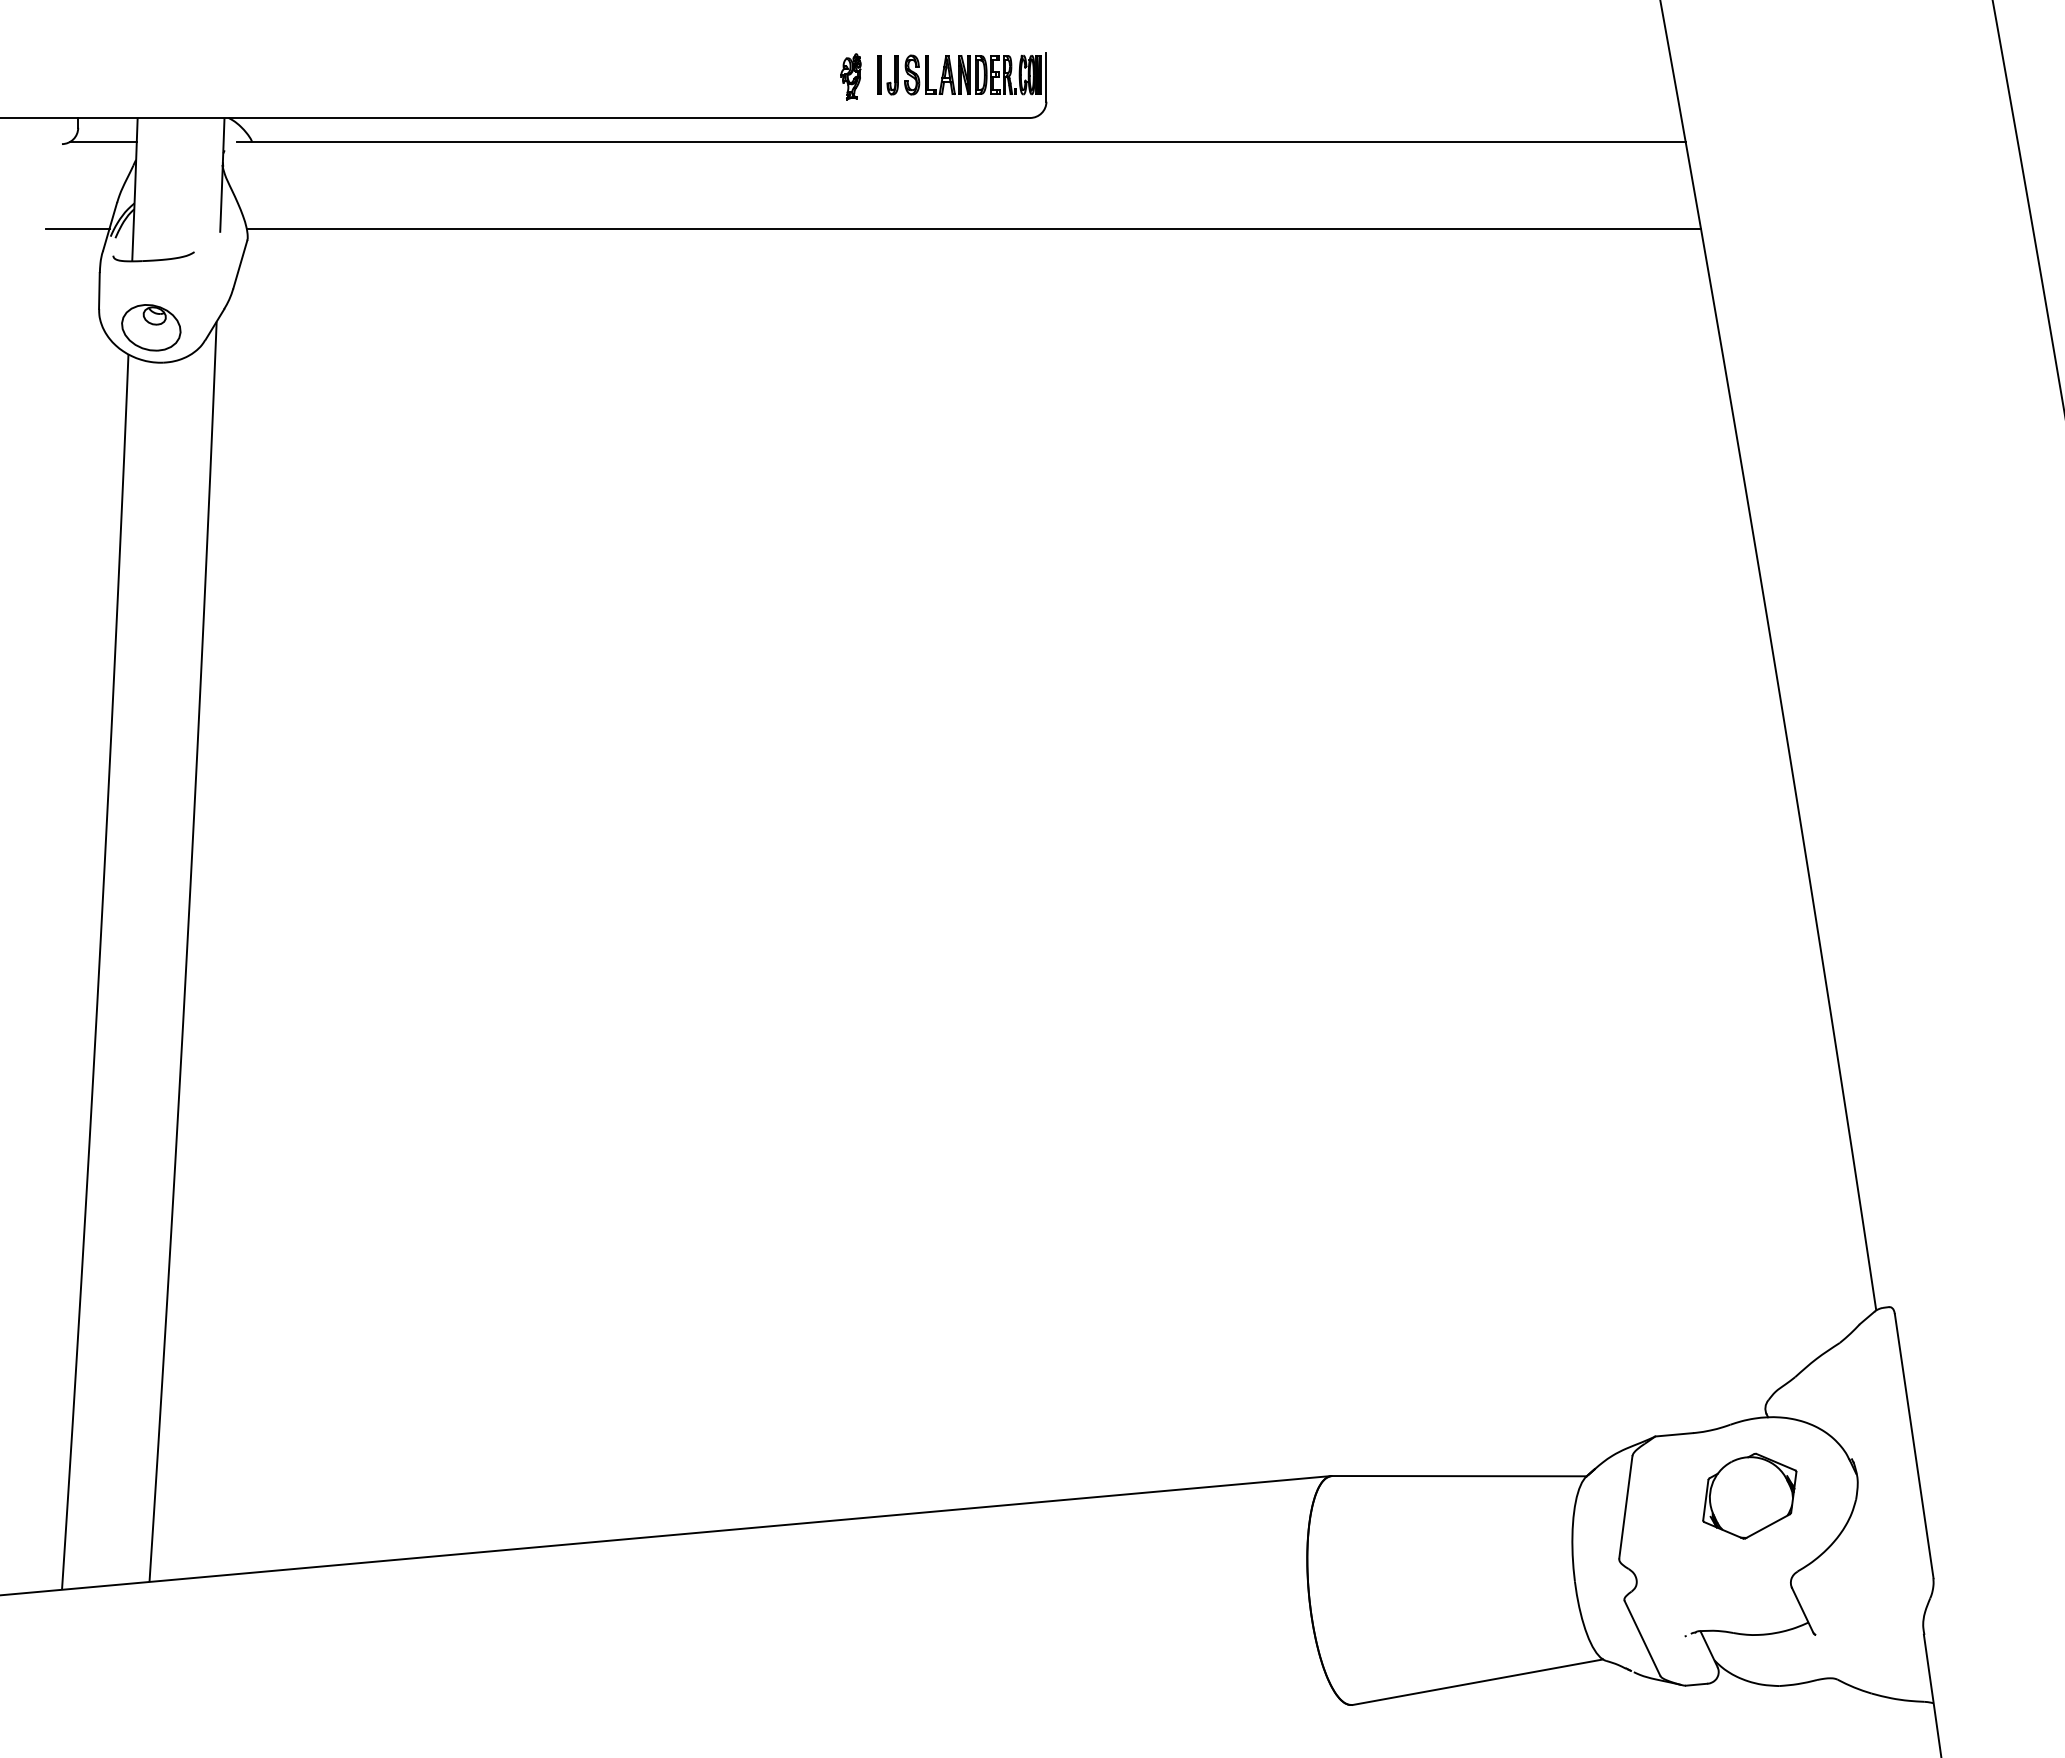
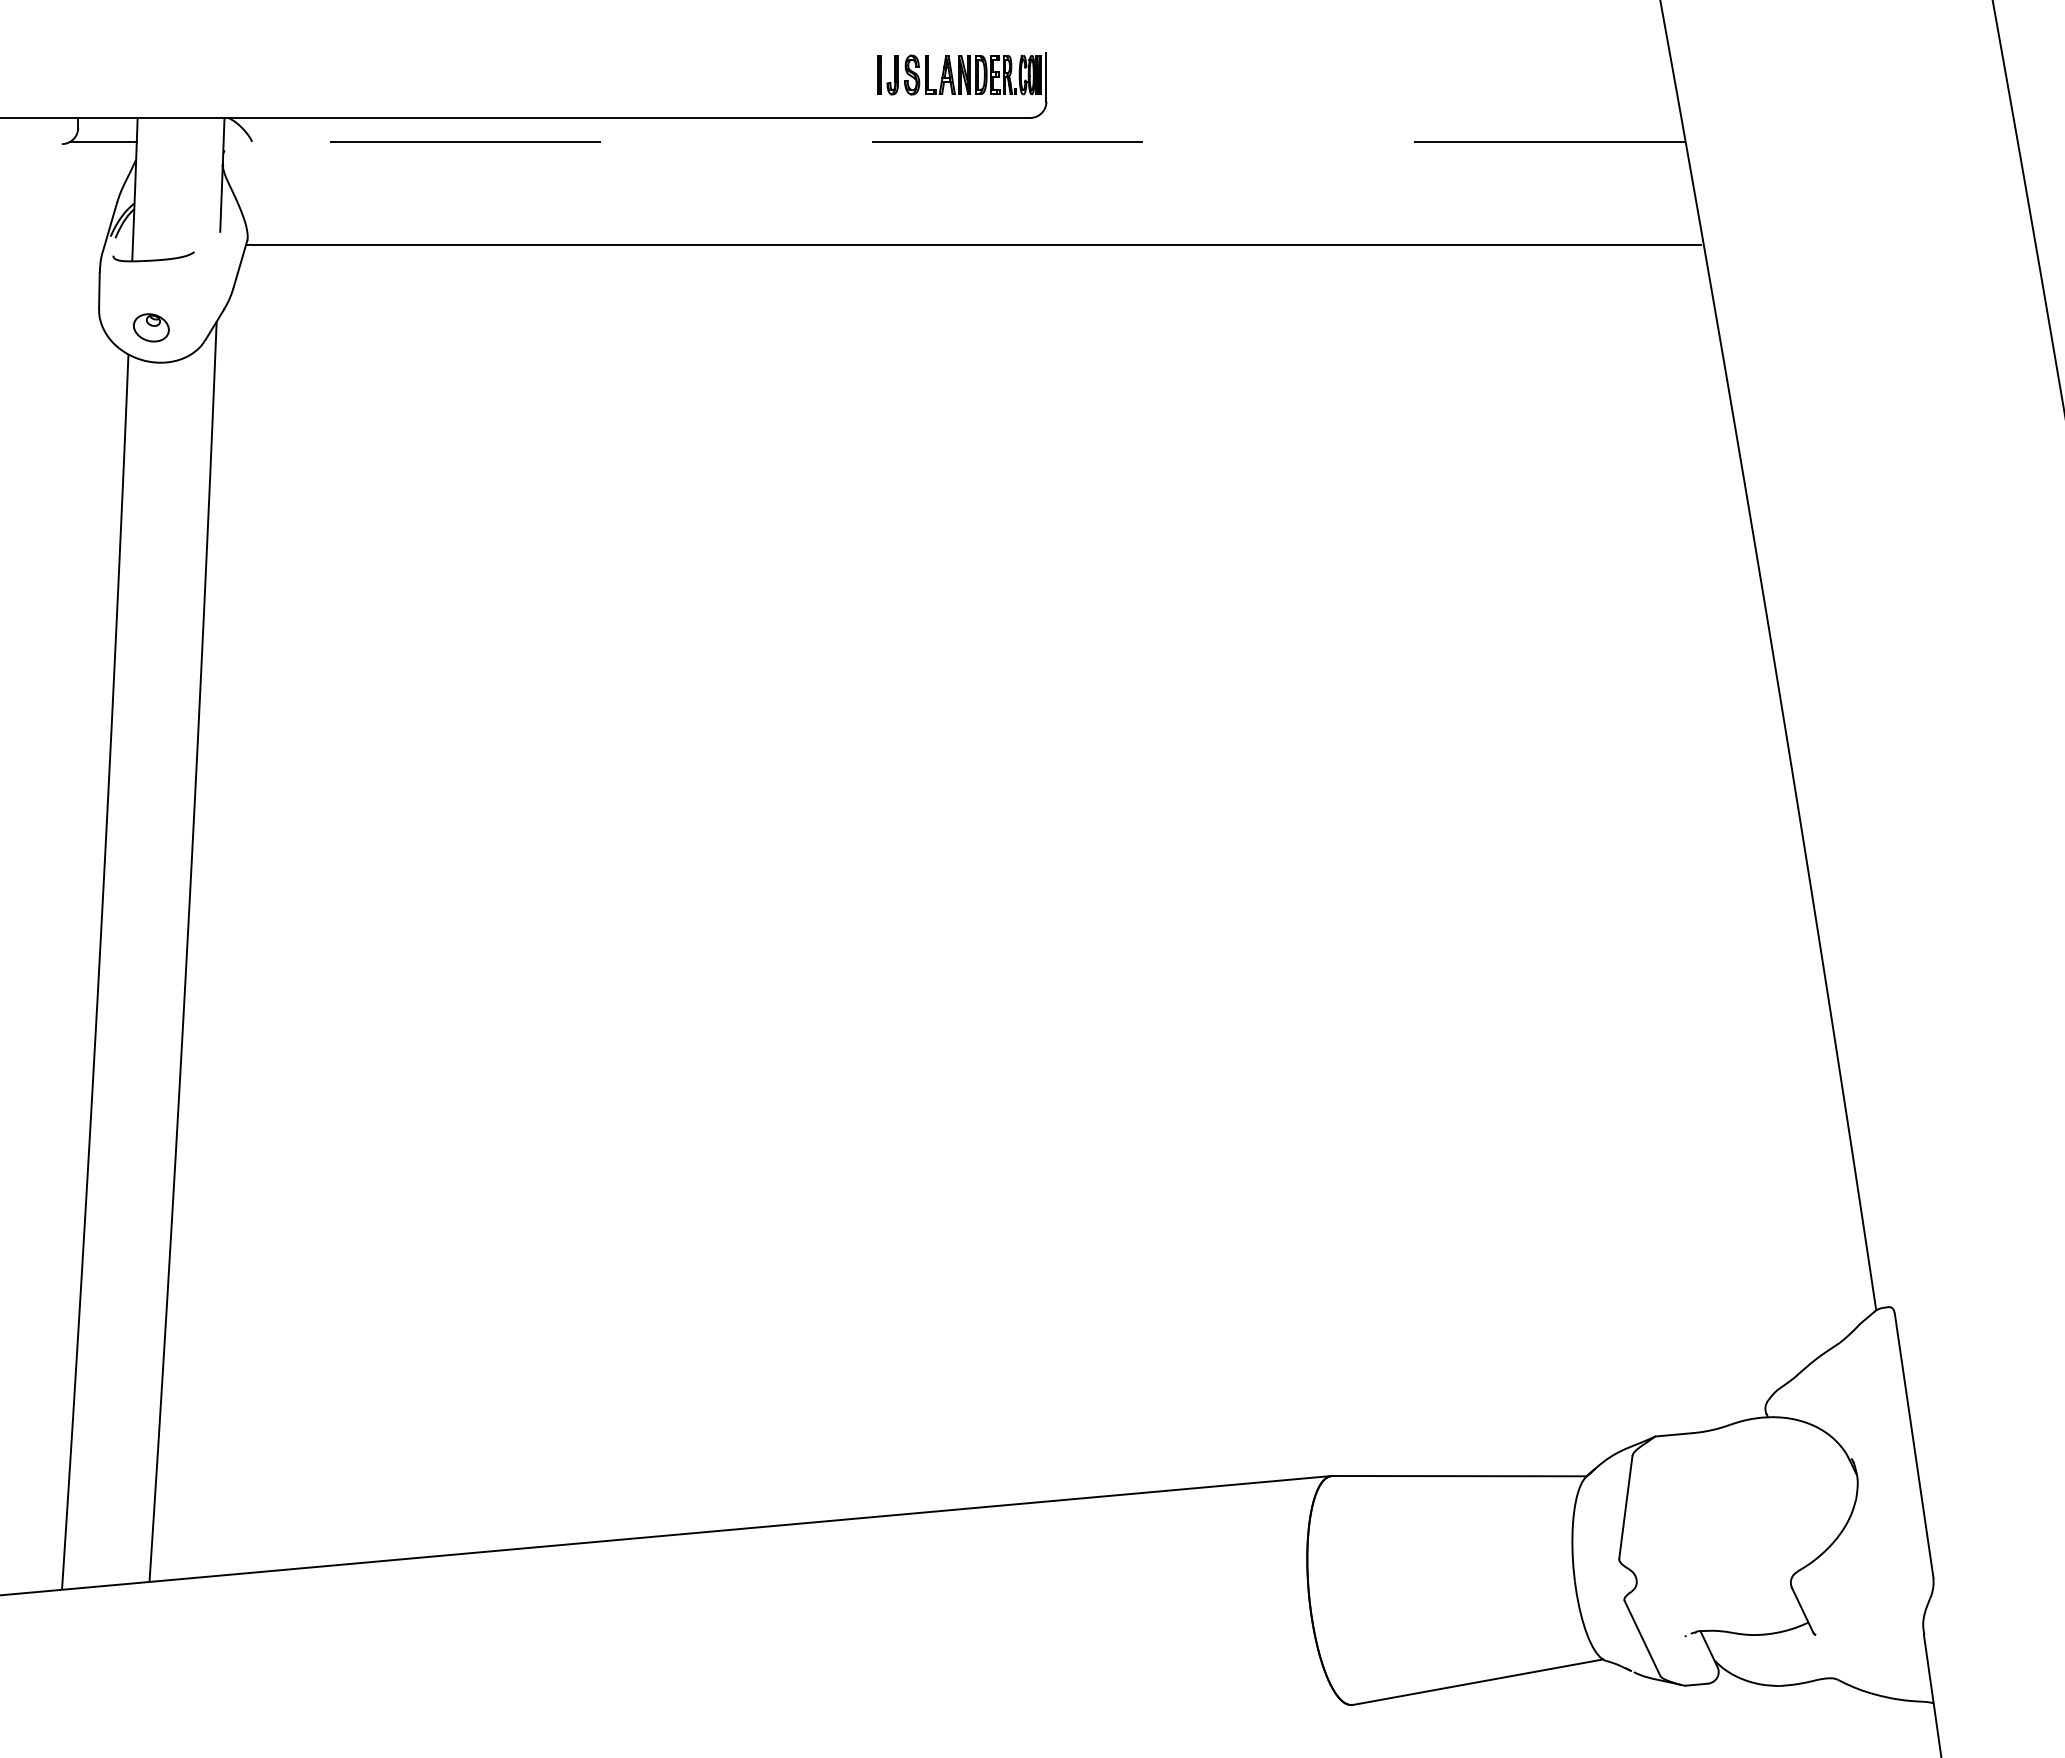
part at (850, 76): present -> none
line at (960, 141): solid -> dashed
line at (77, 228): present -> none
line at (973, 228) position: (973, 228) -> (973, 244)
part at (151, 327) size: 61x48 px -> 37x30 px
part at (1749, 1495): present -> none
